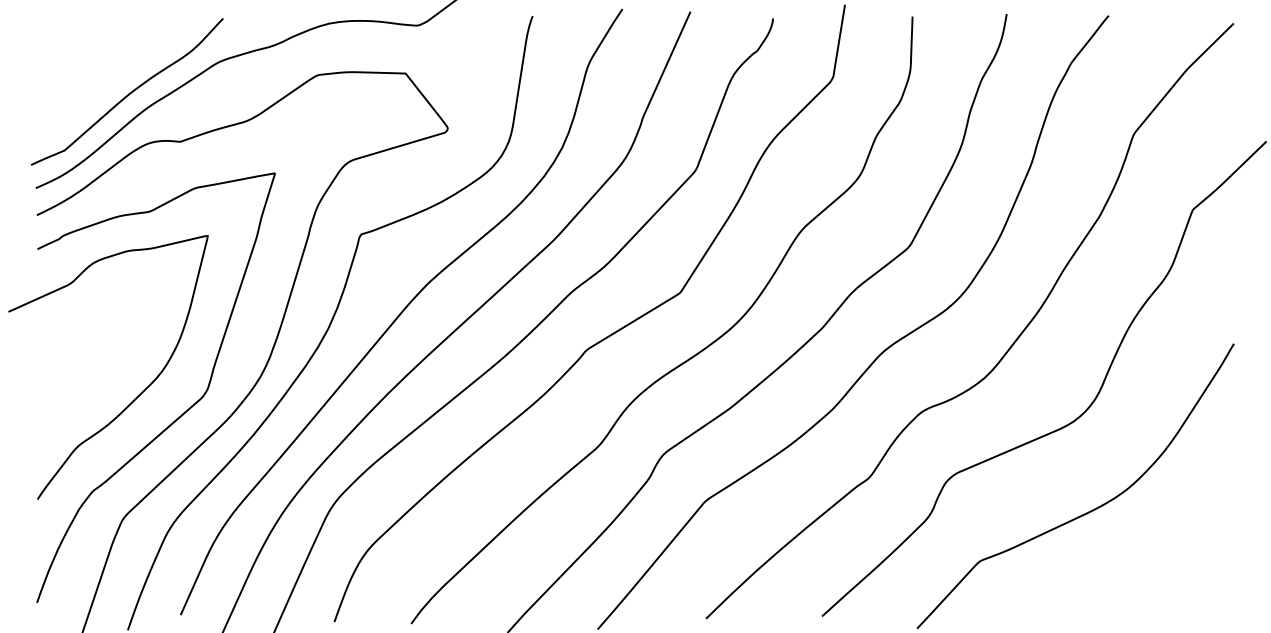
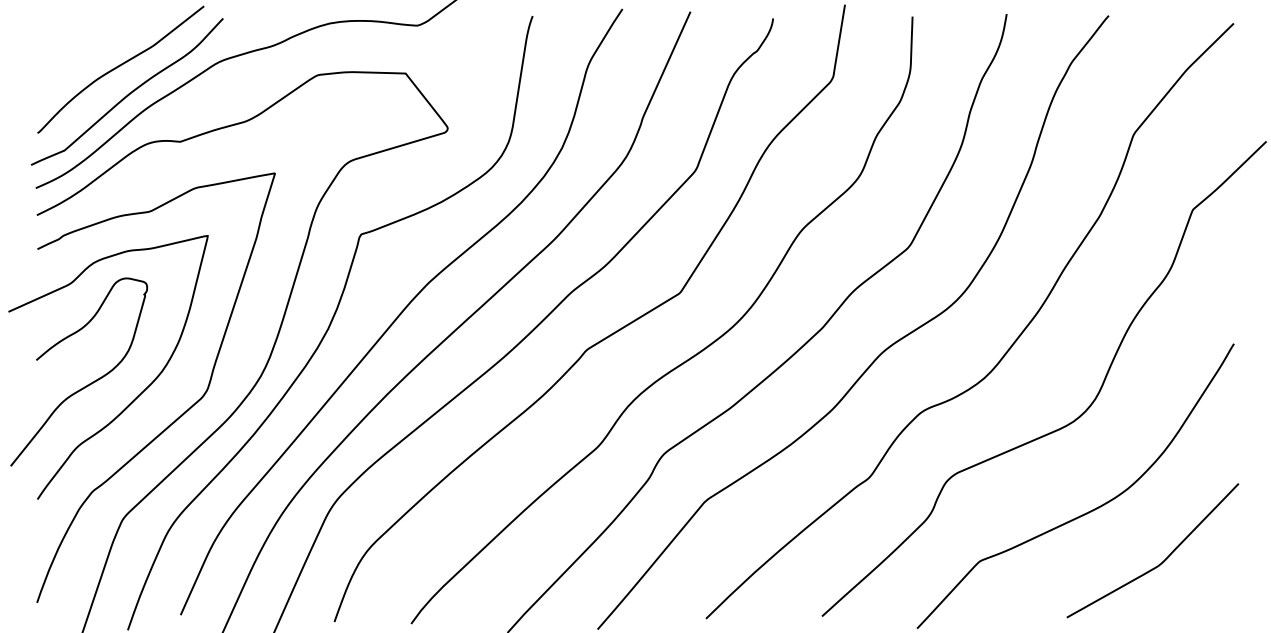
curve at (118, 67): none -> present
curve at (87, 384): none -> present
curve at (1159, 563): none -> present
